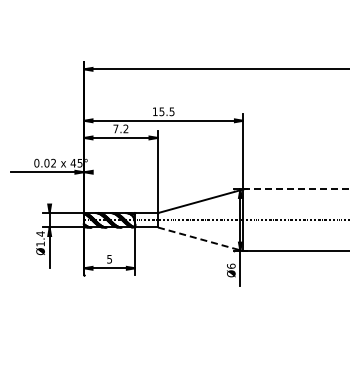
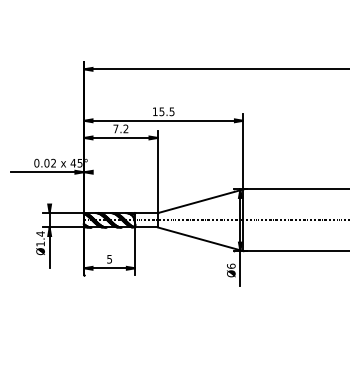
line at (296, 189): dashed -> solid
line at (201, 239): dashed -> solid
